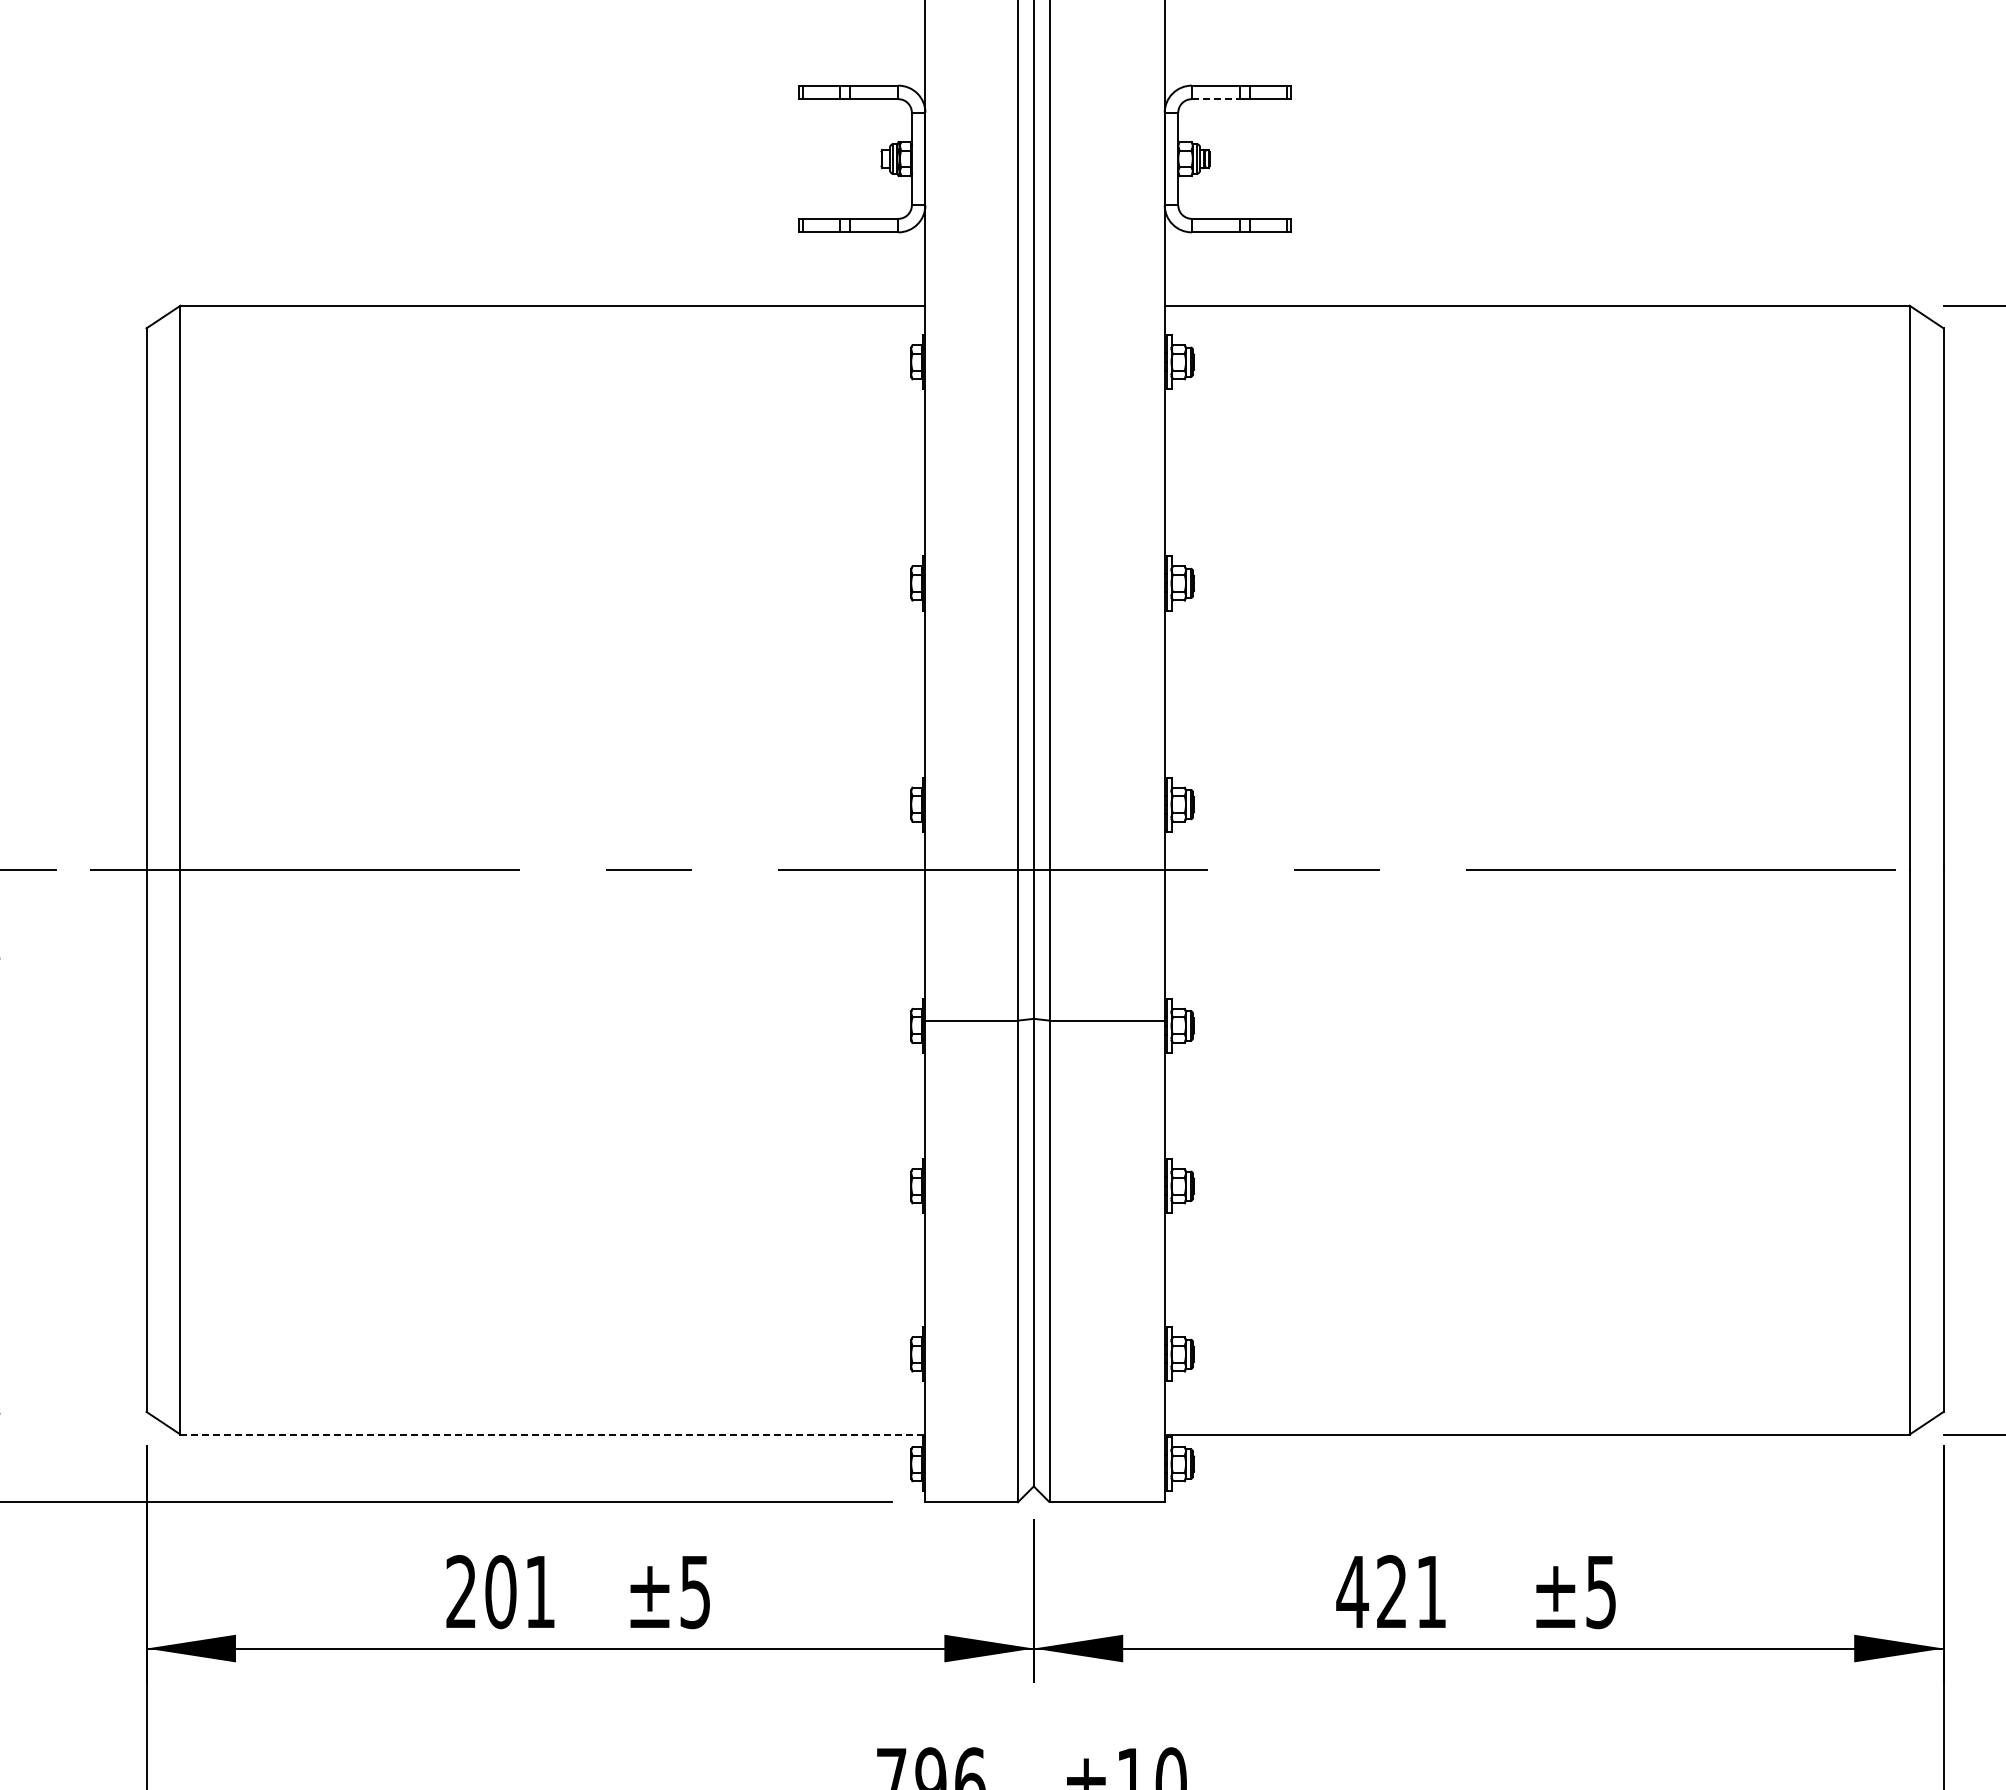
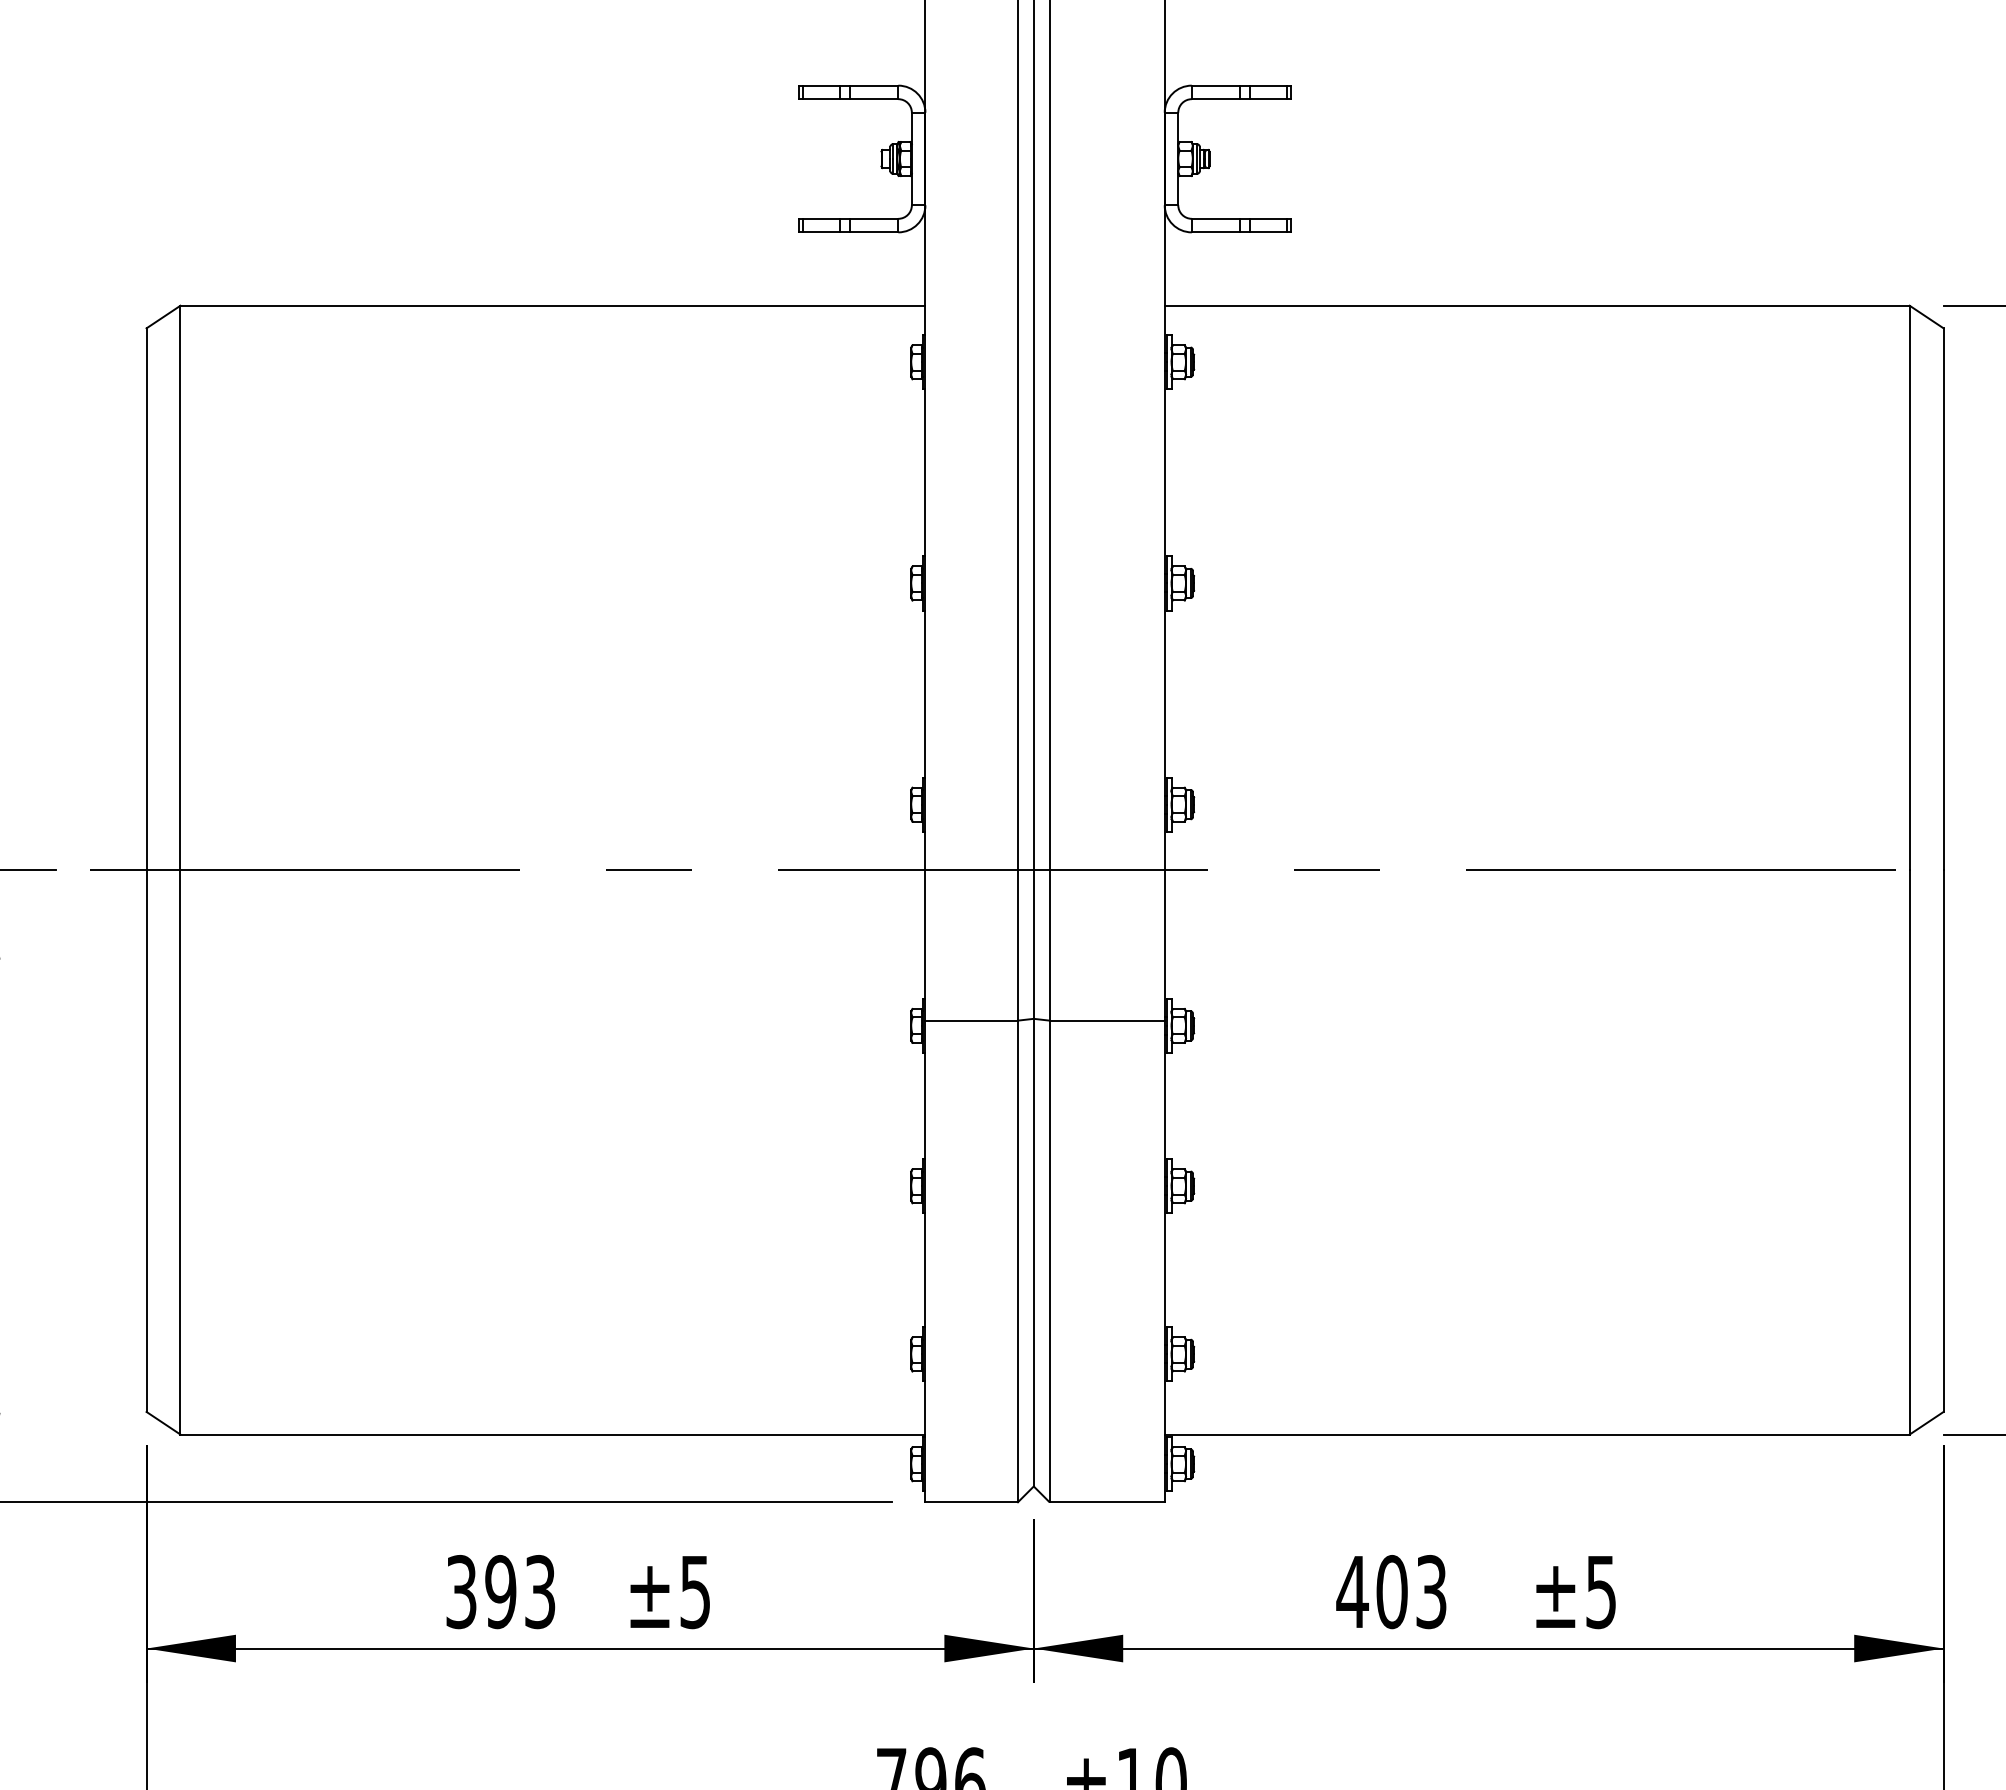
line at (1216, 99): dashed -> solid
line at (553, 1434): dashed -> solid
text at (500, 1592): 201 -> 393
text at (1411, 1592): 421 -> 403
